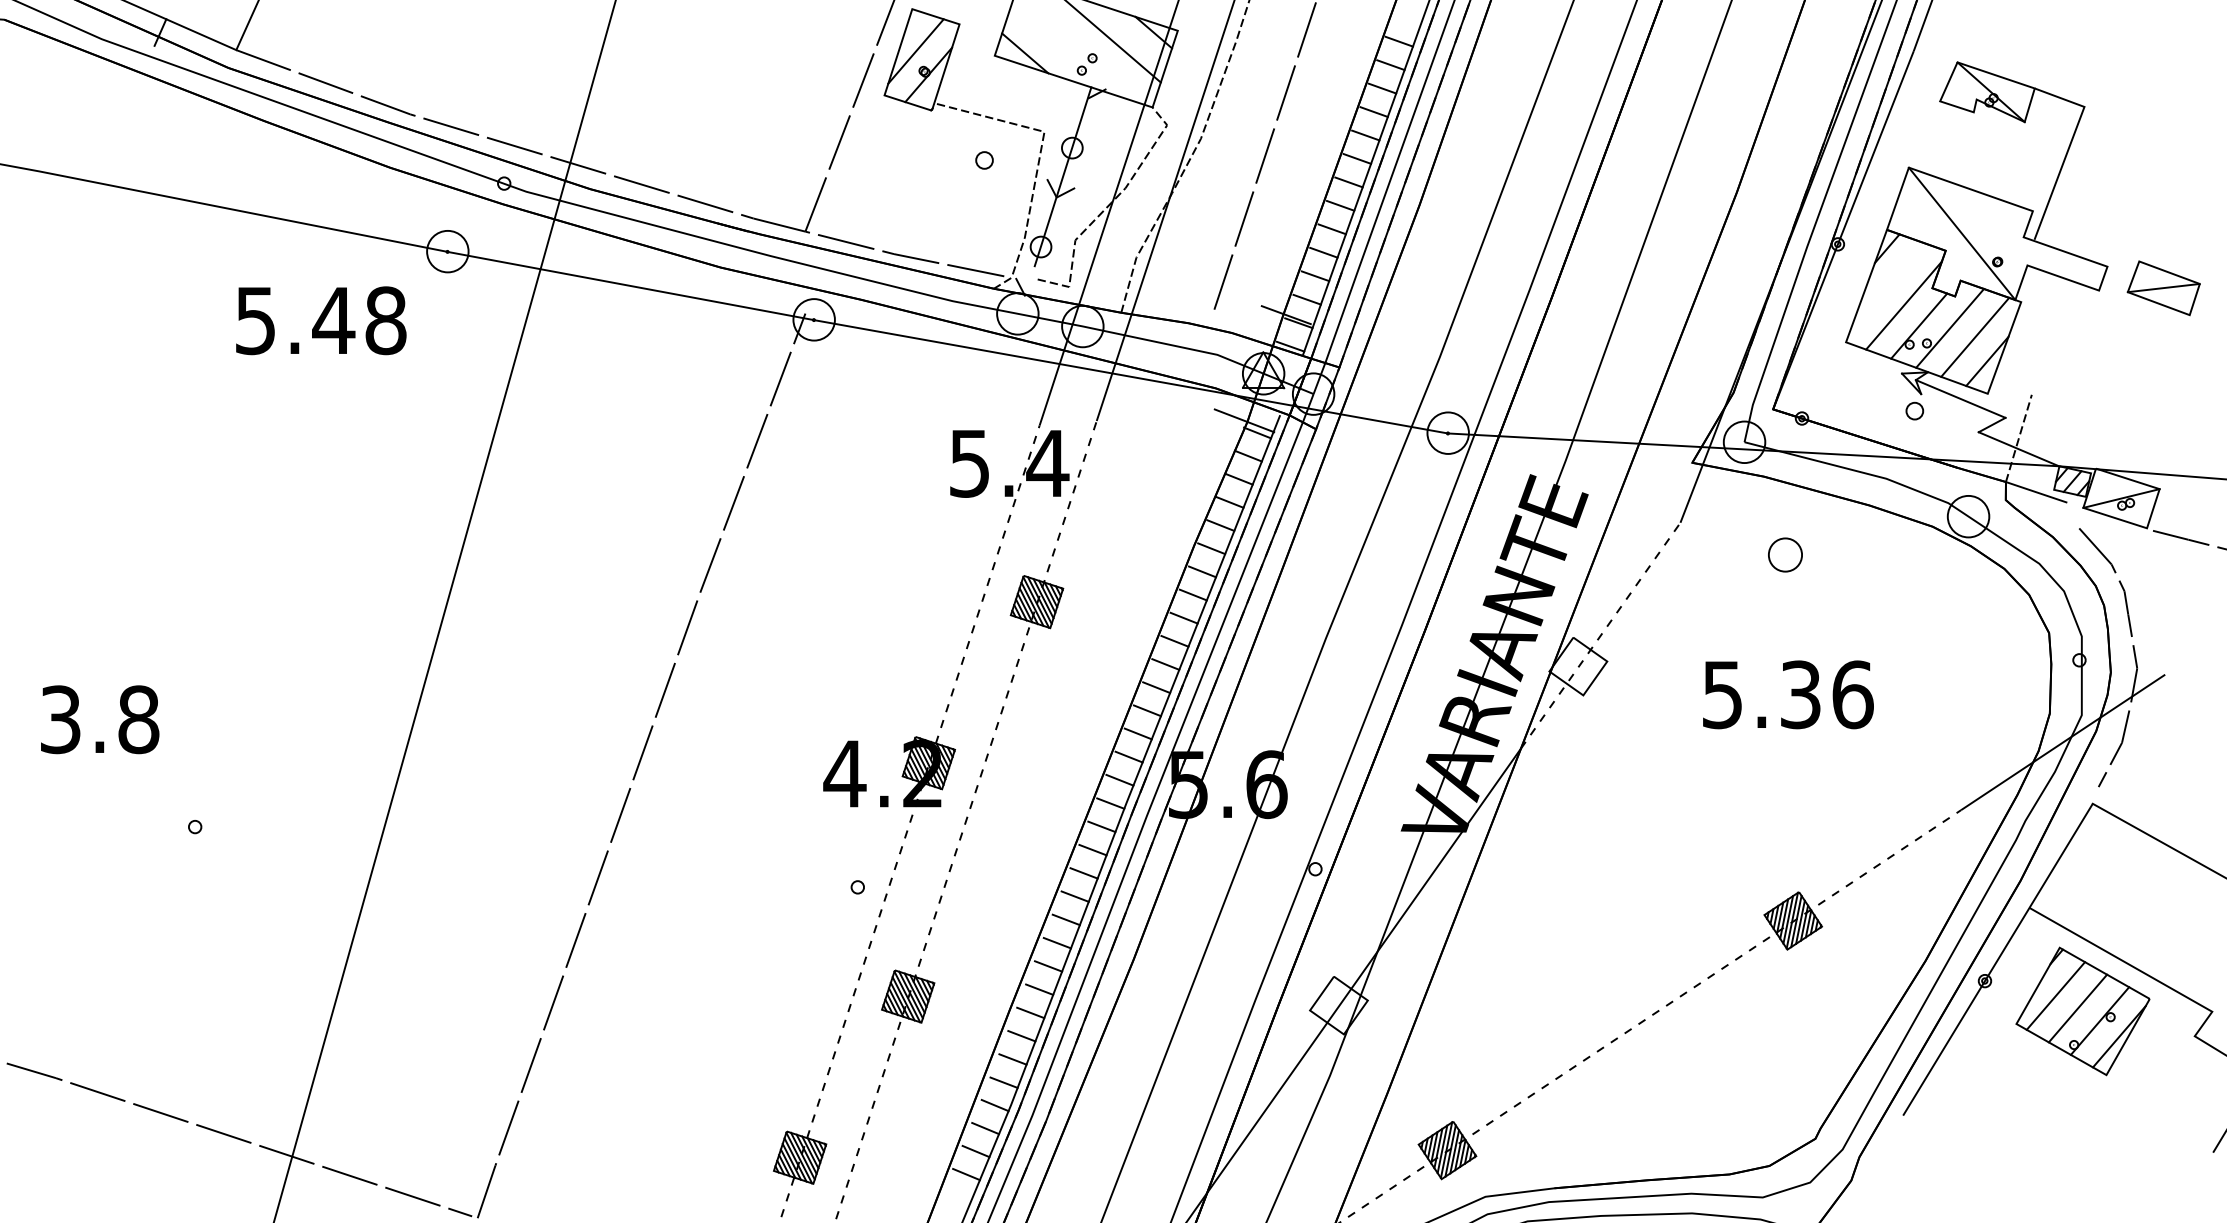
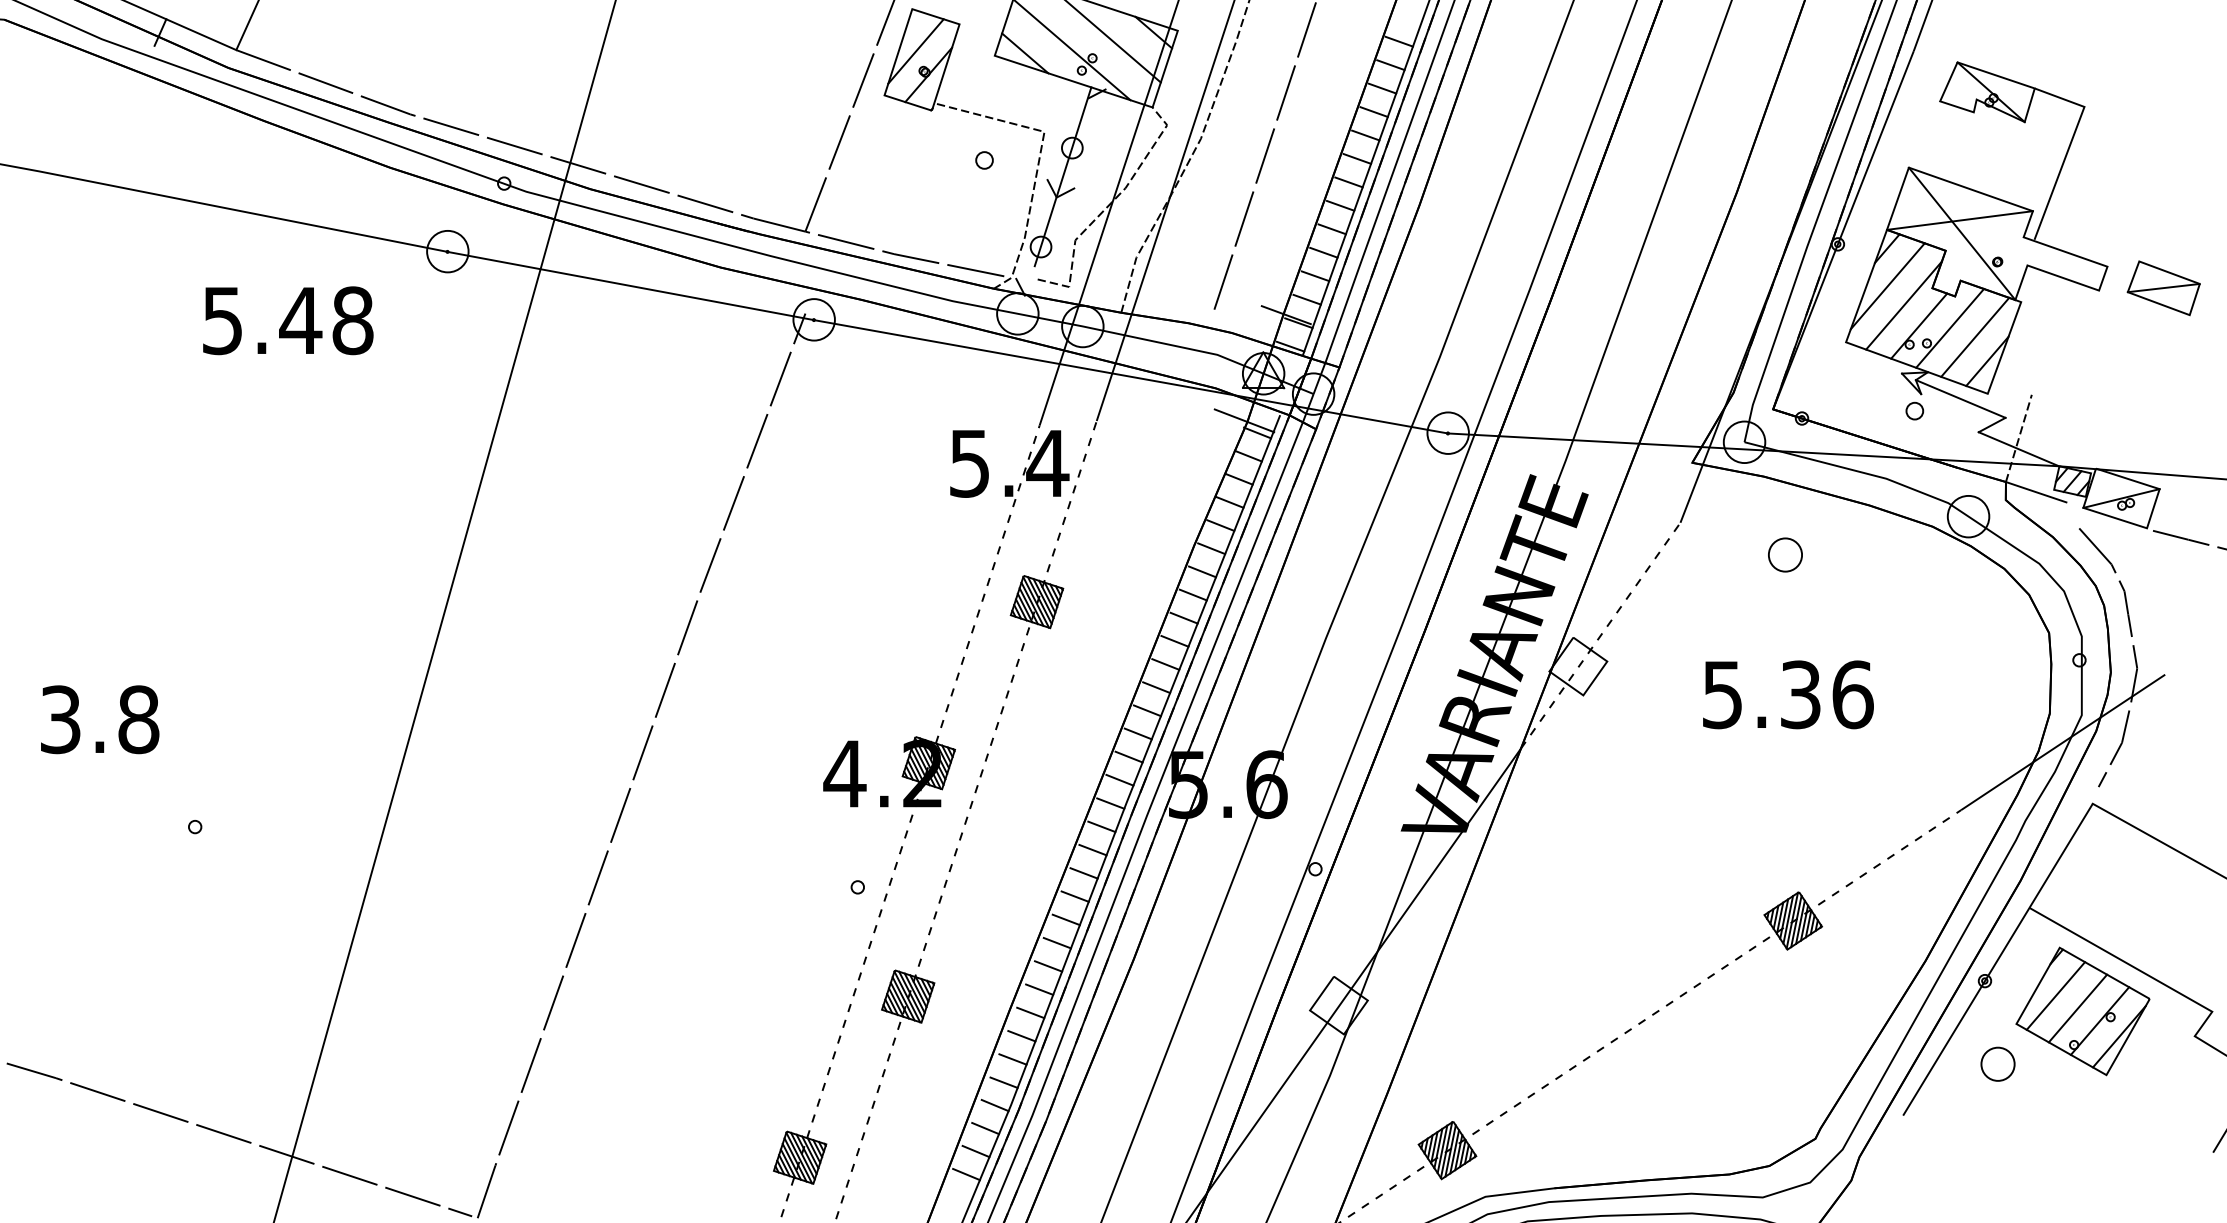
line at (1073, 51): none -> present
line at (1959, 220): none -> present
line at (1887, 286): none -> present
text at (321, 320) position: (321, 320) -> (288, 320)
part at (1997, 1063): none -> present
